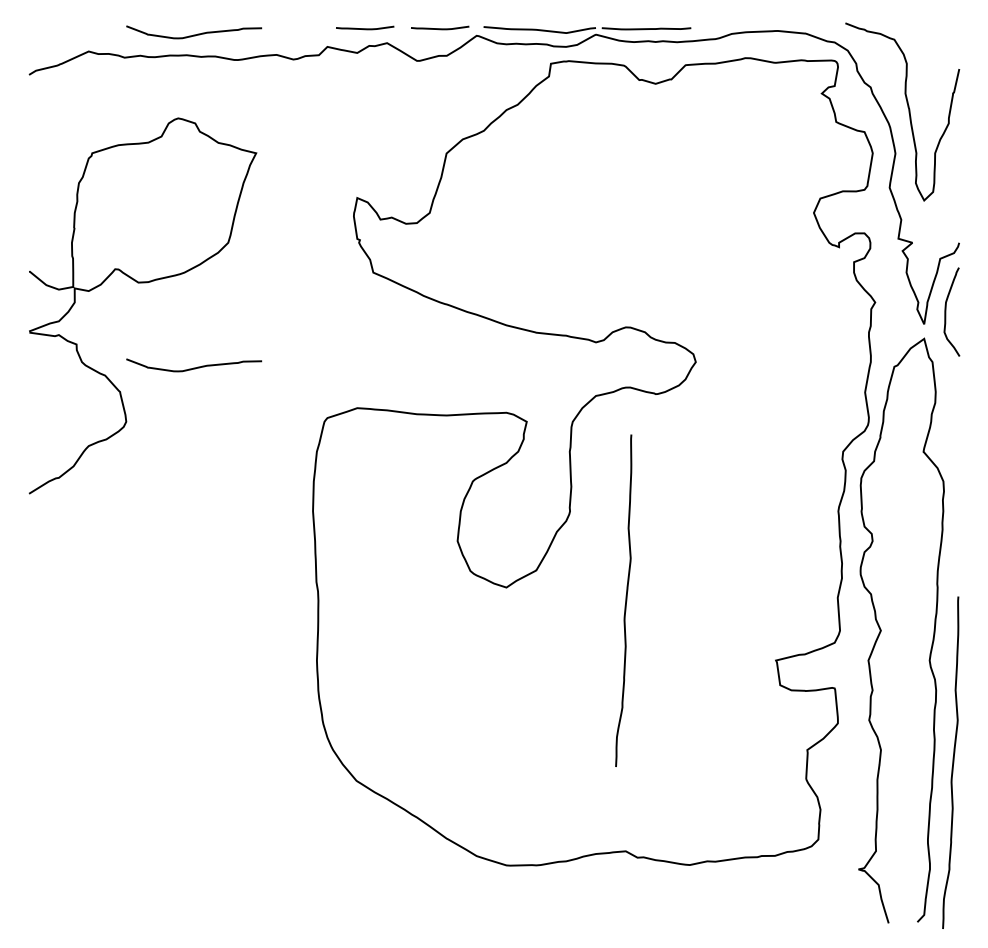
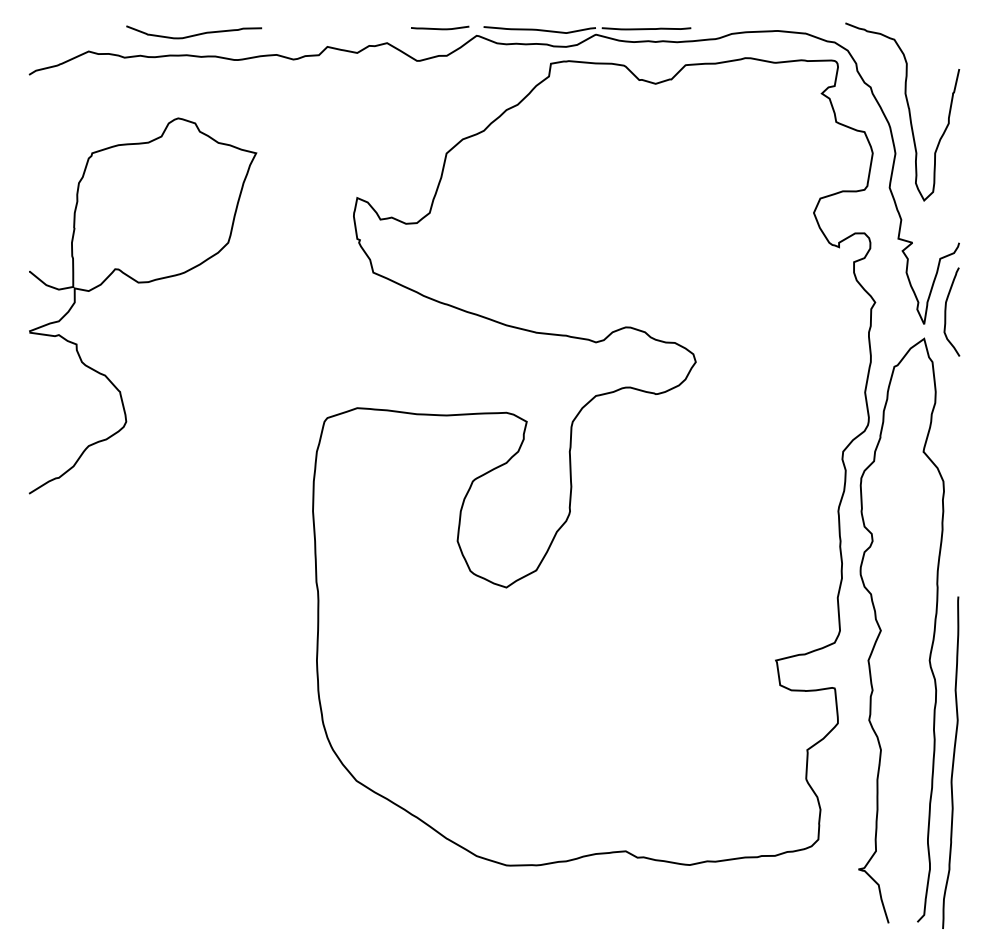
curve at (365, 28): present -> none
curve at (194, 367): present -> none
curve at (625, 600): present -> none
